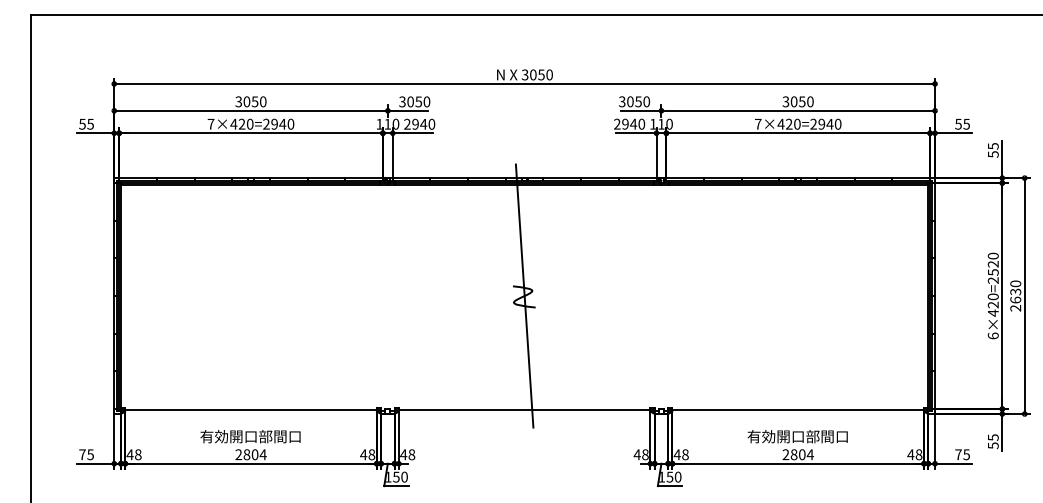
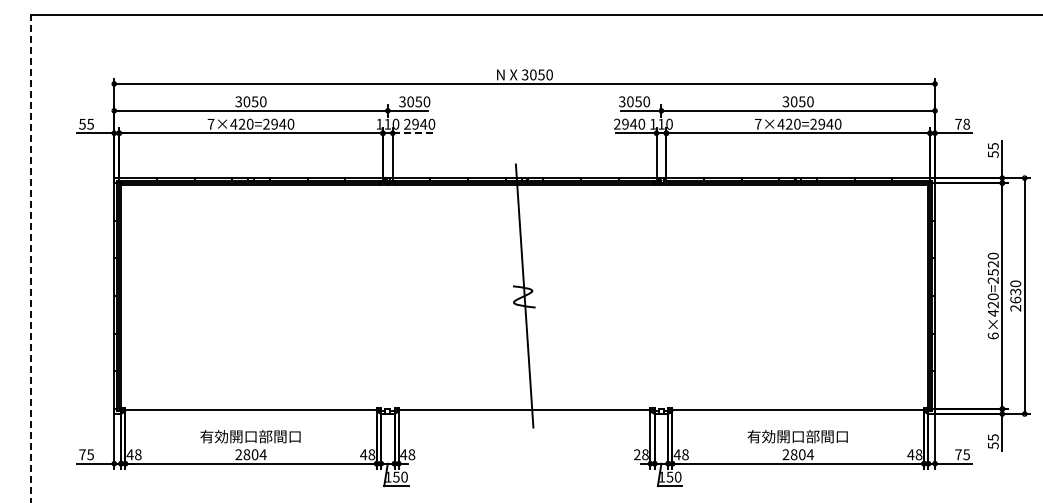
text at (962, 123): 55 -> 78
line at (413, 133): solid -> dashed
line at (31, 259): solid -> dashed
text at (636, 454): 48 -> 28
